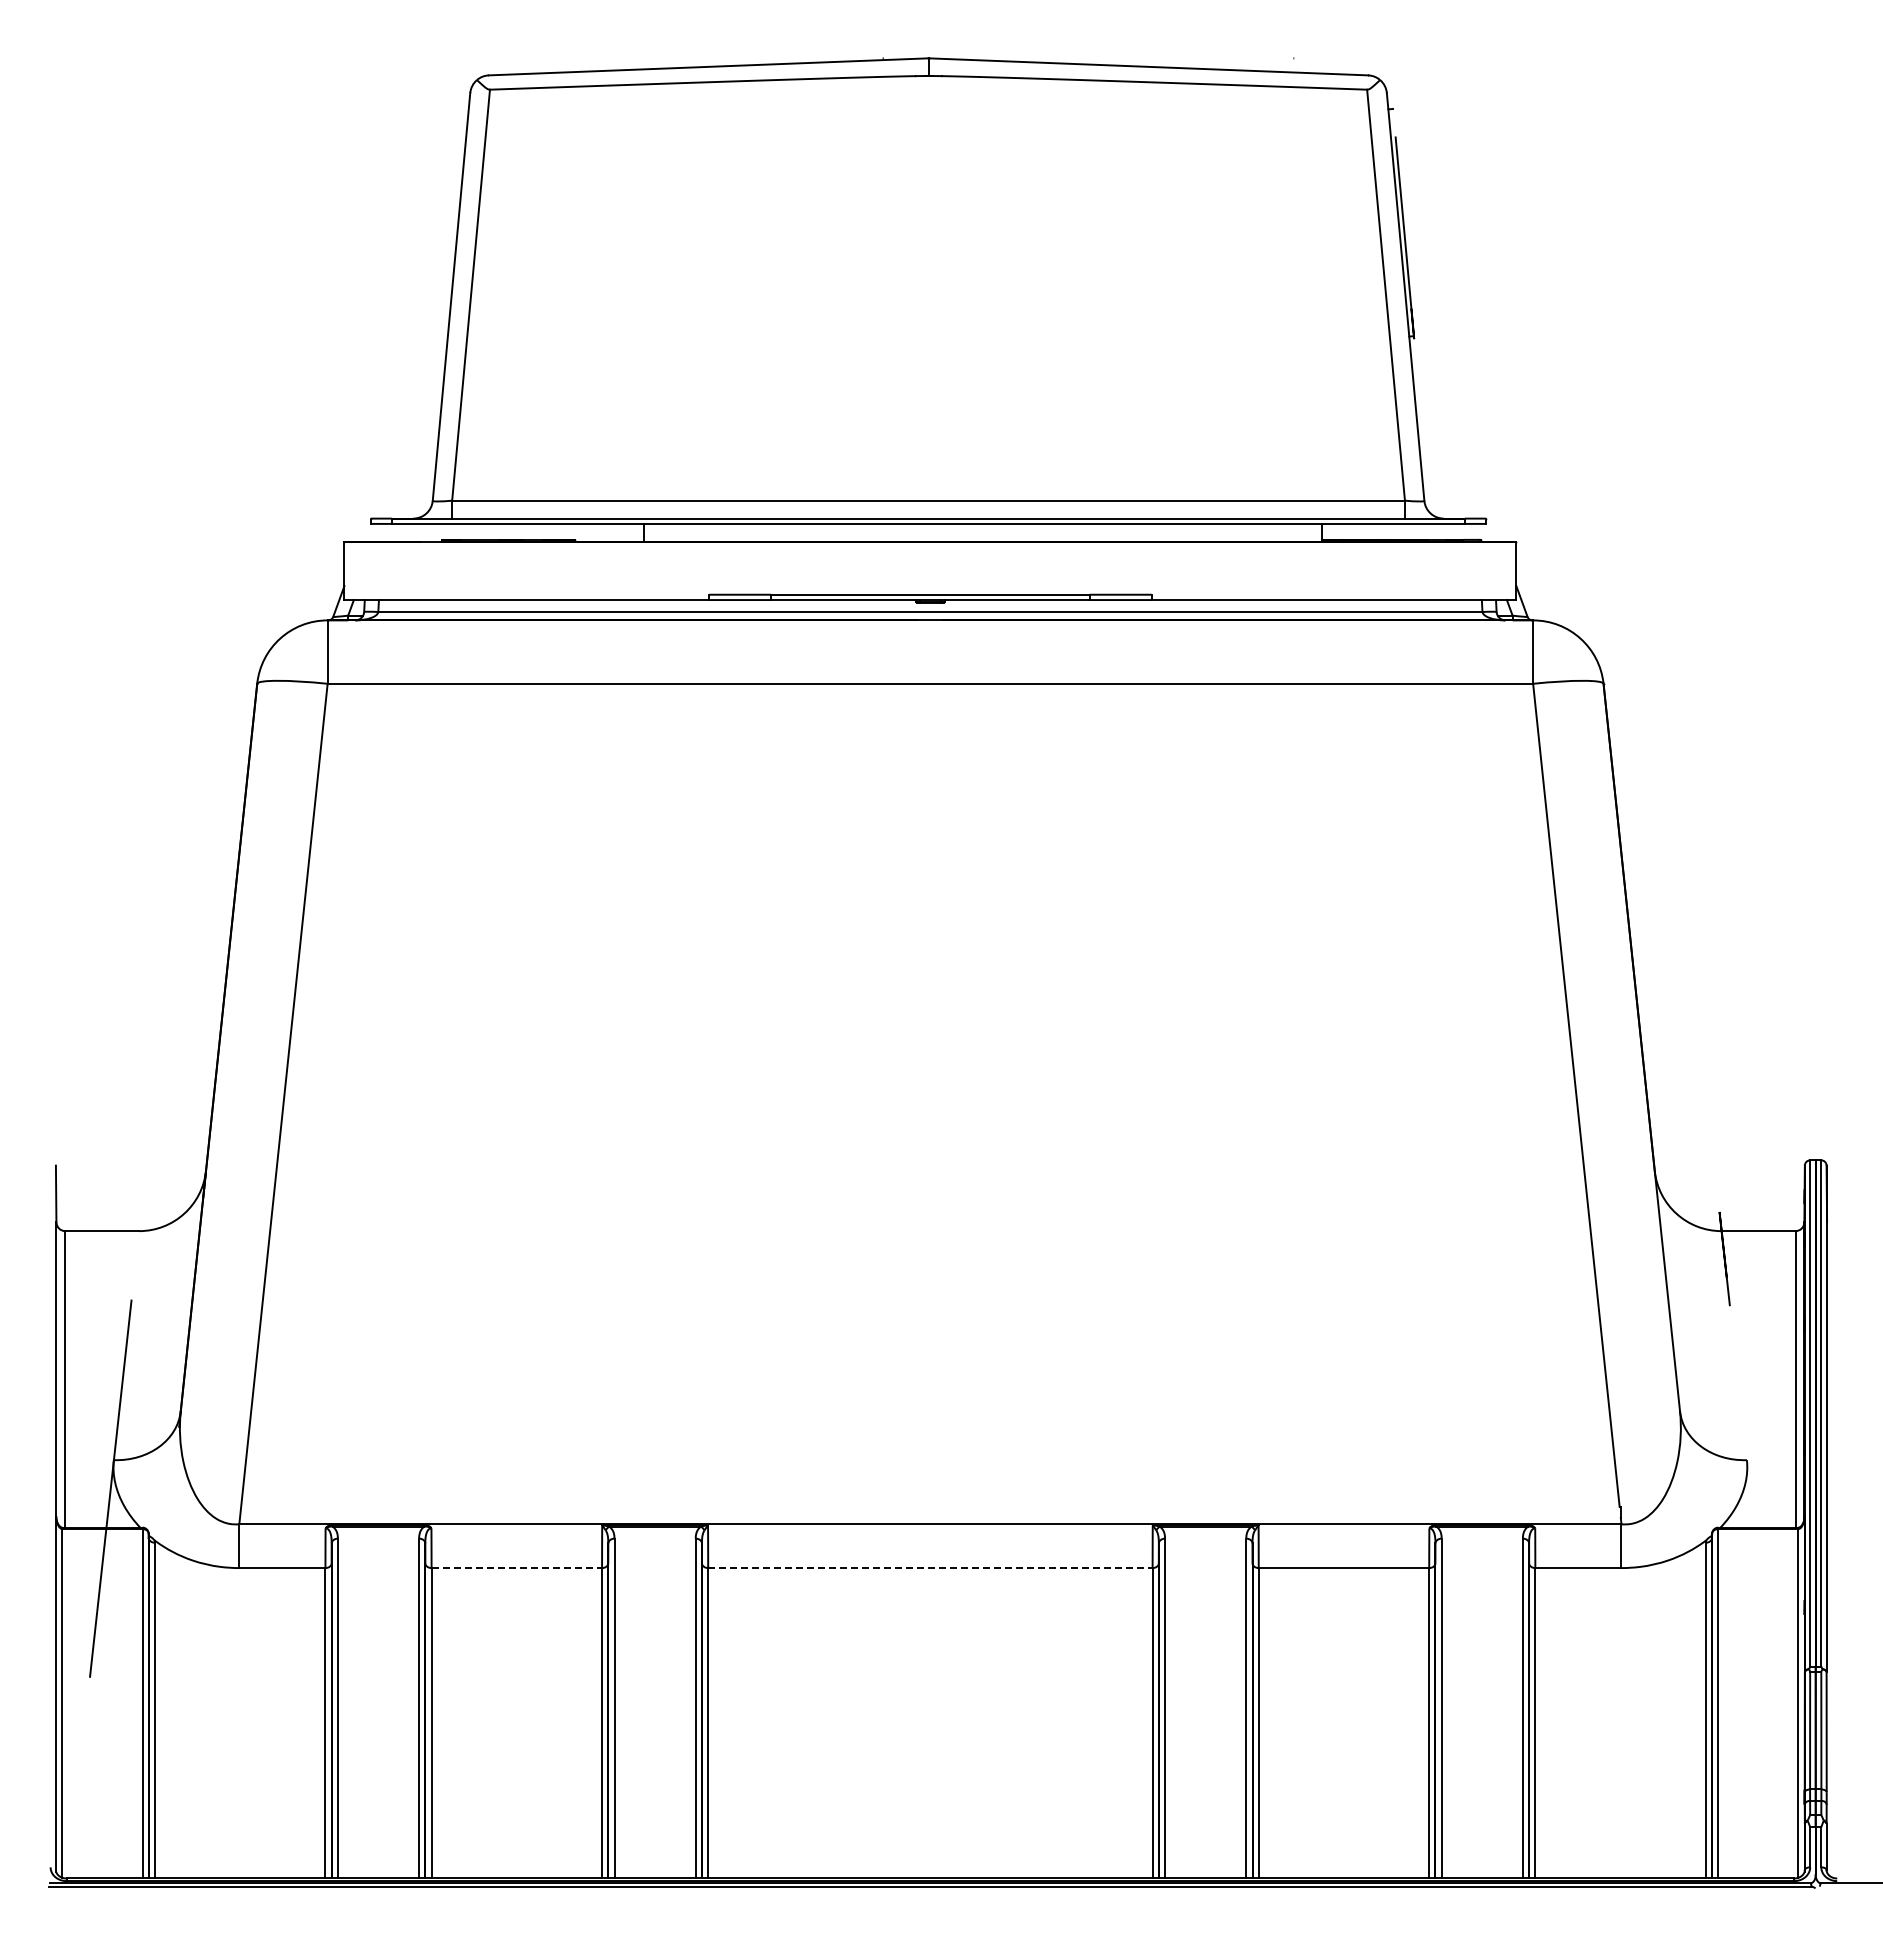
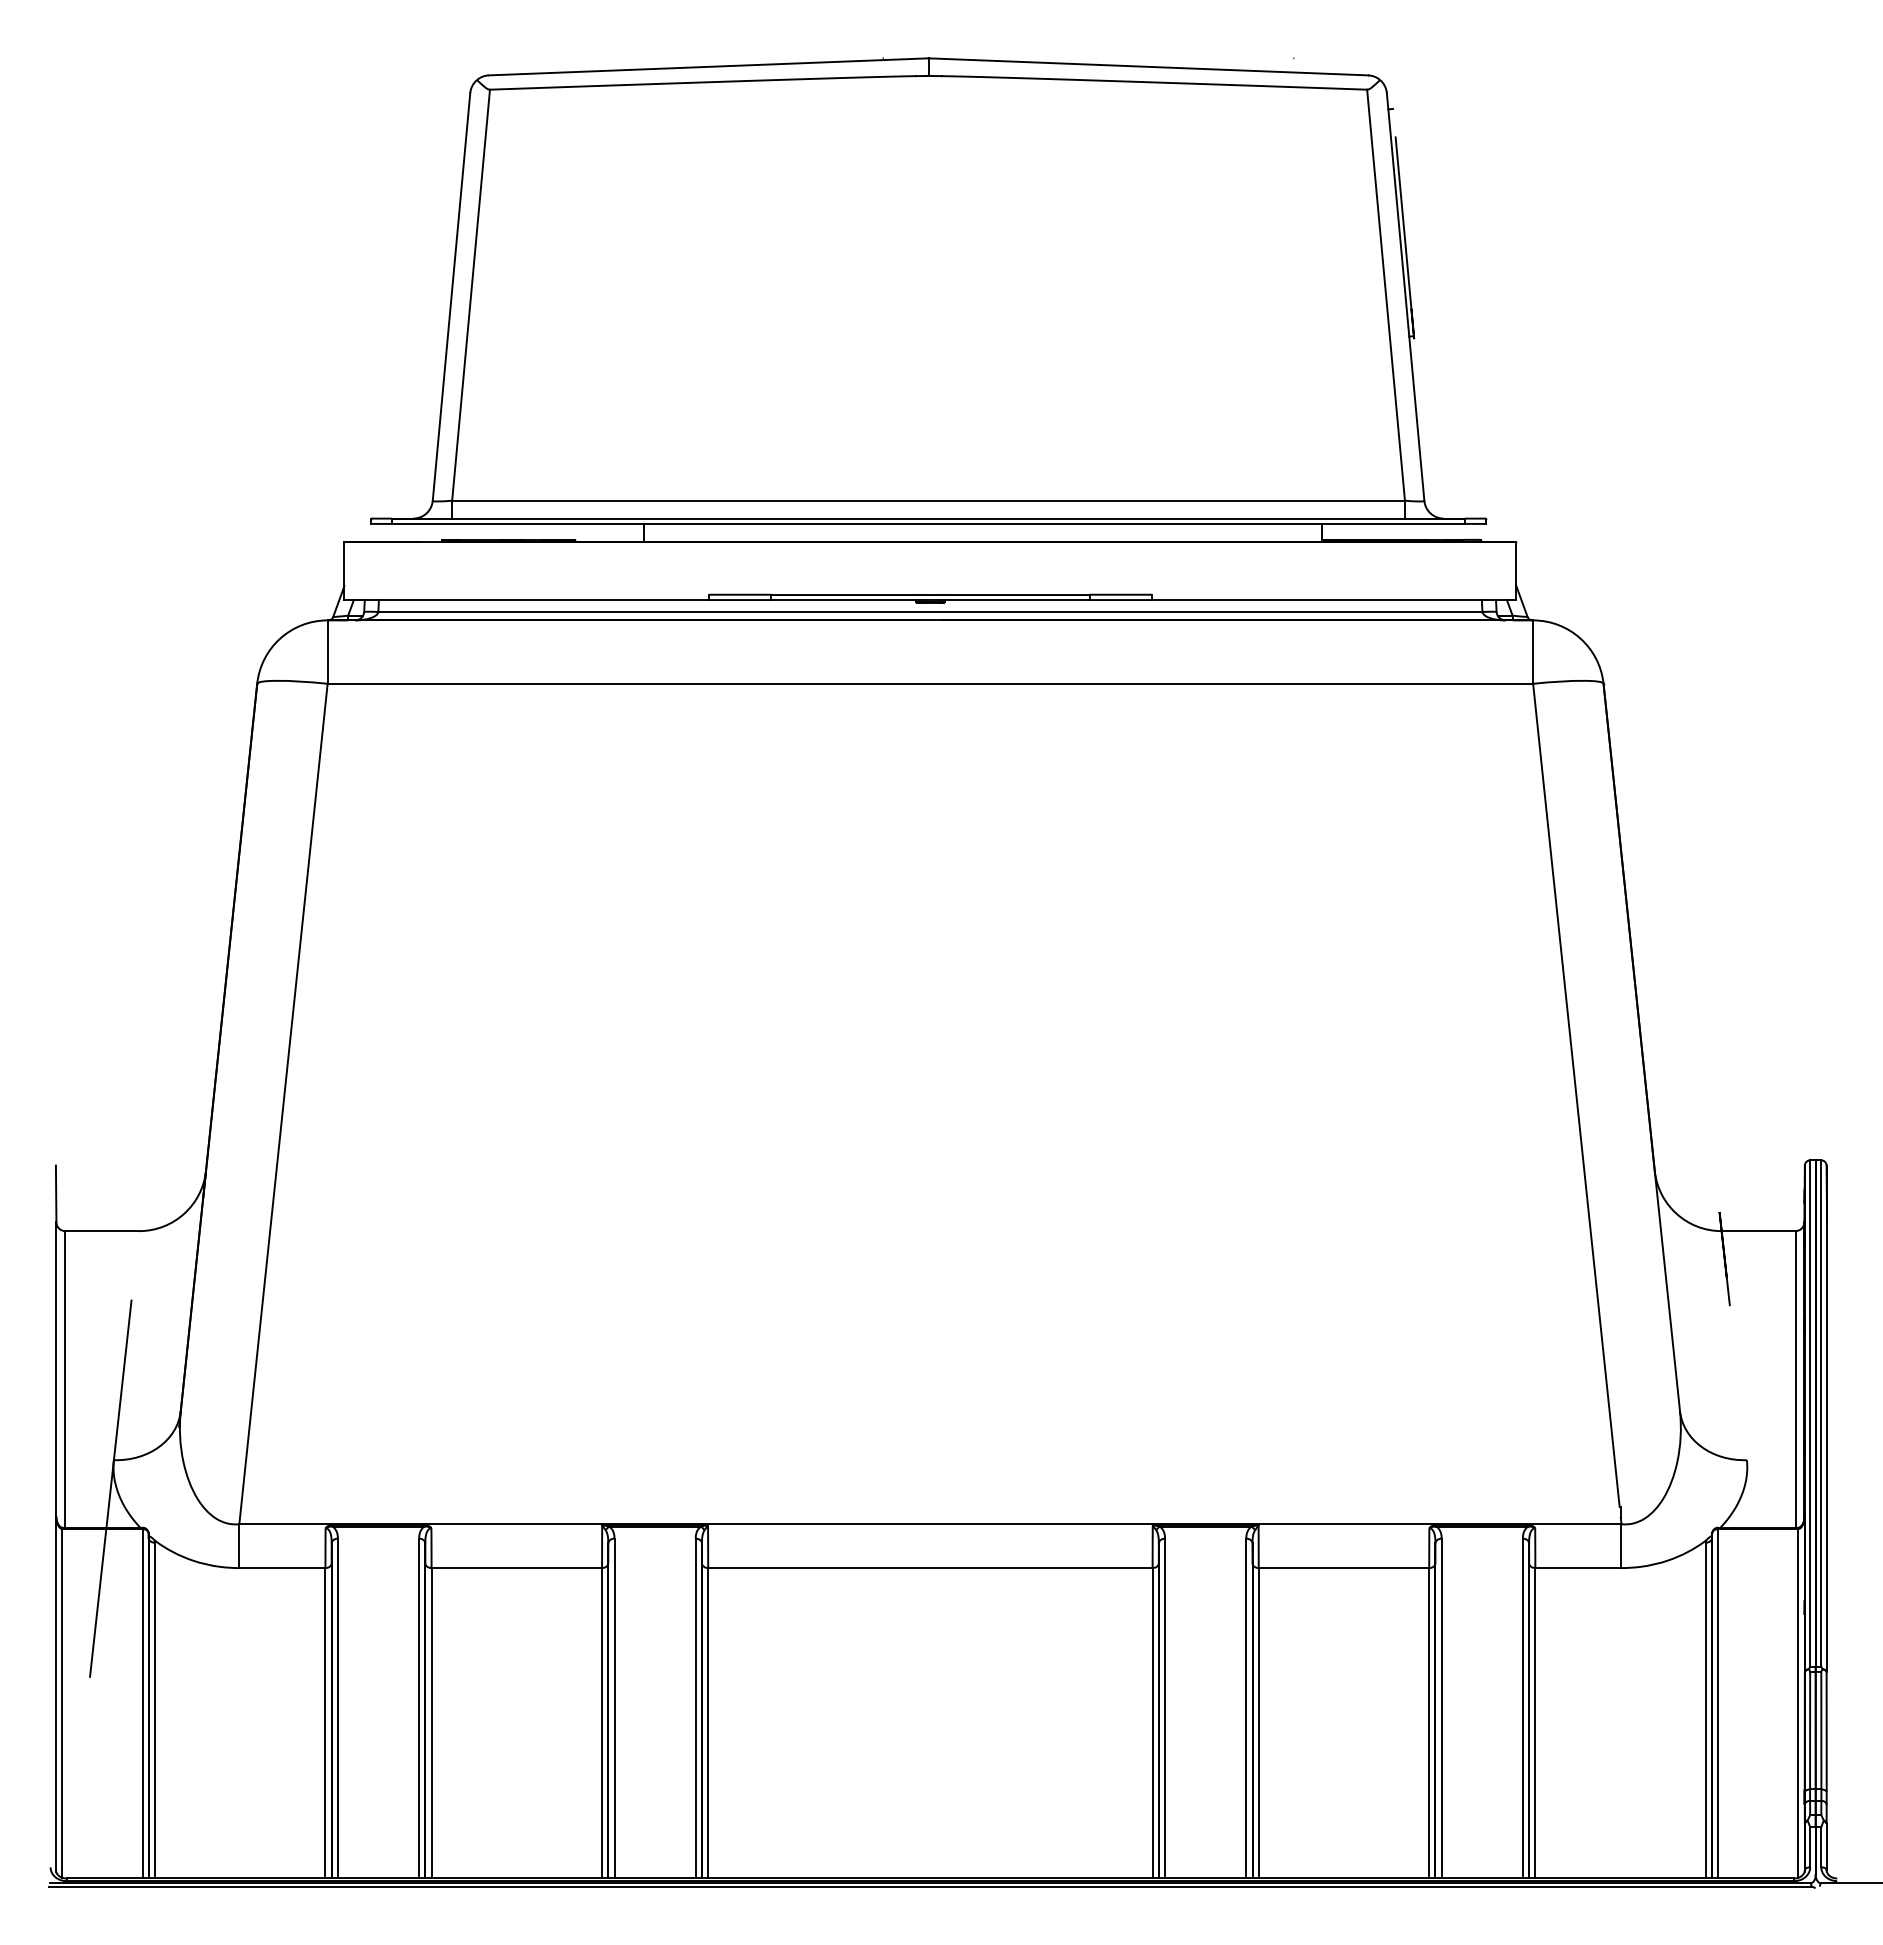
line at (517, 1568): dashed -> solid
line at (930, 1568): dashed -> solid
